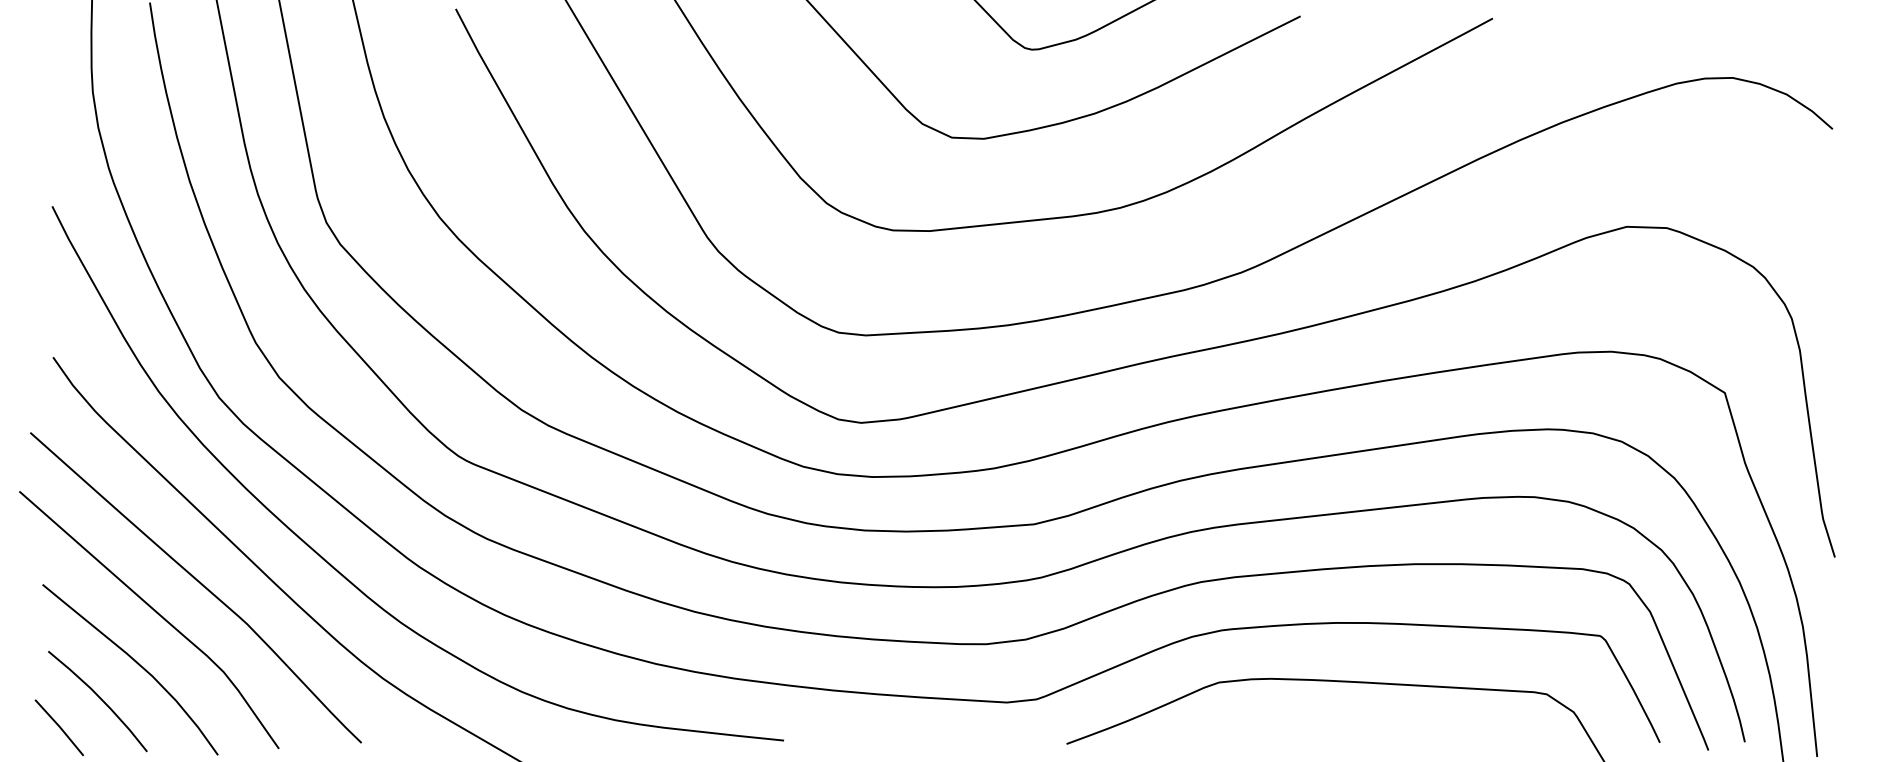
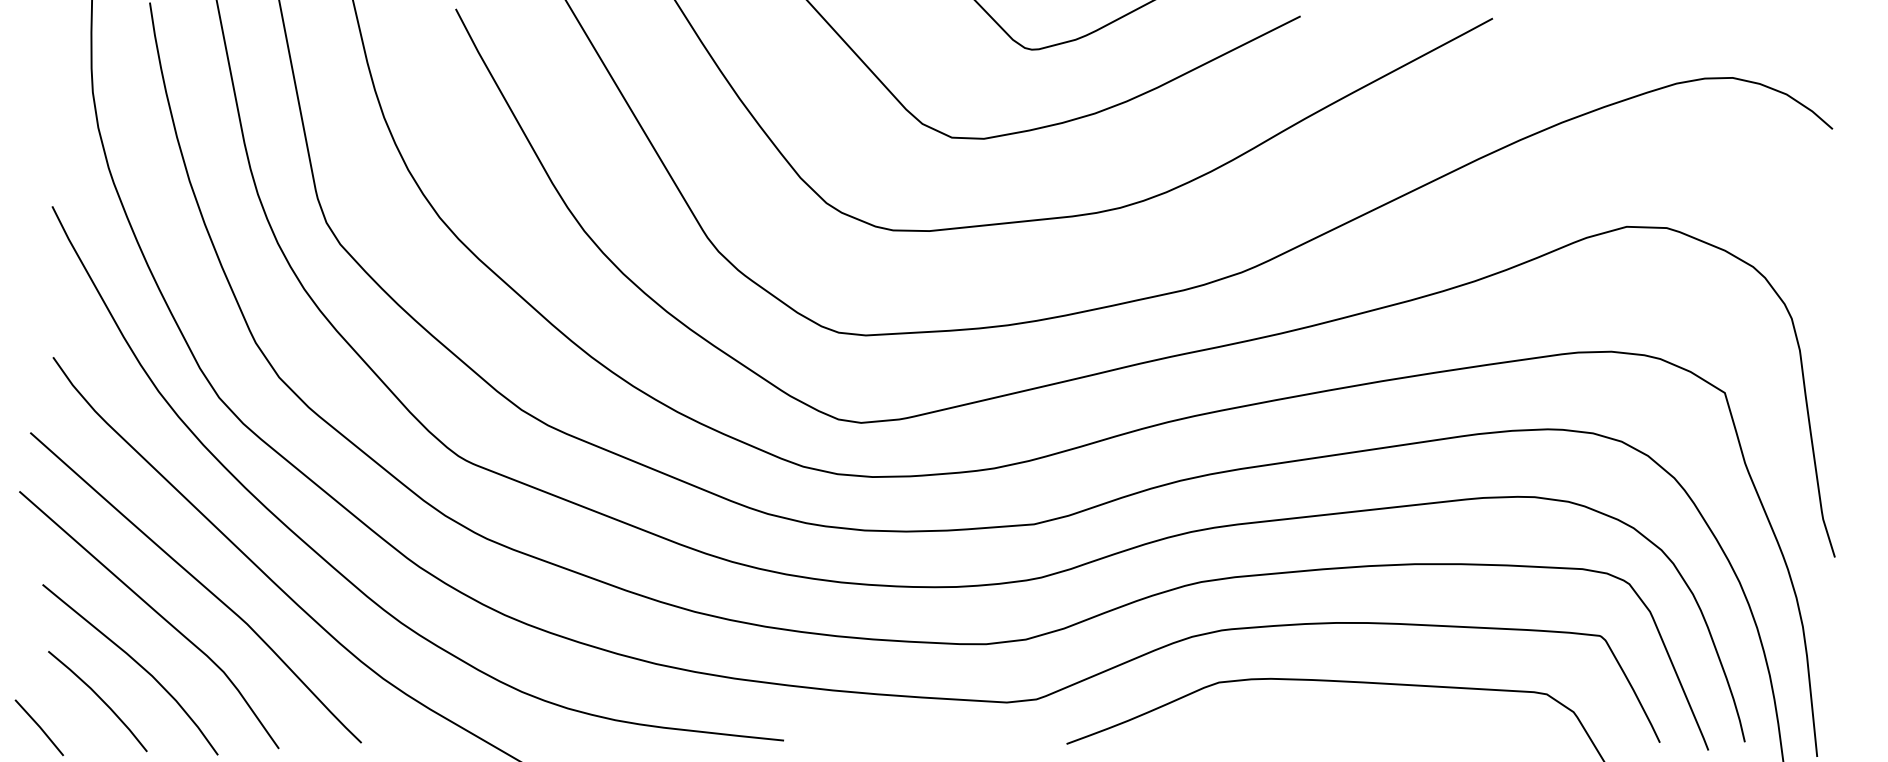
line at (58, 726) position: (58, 726) -> (38, 726)
